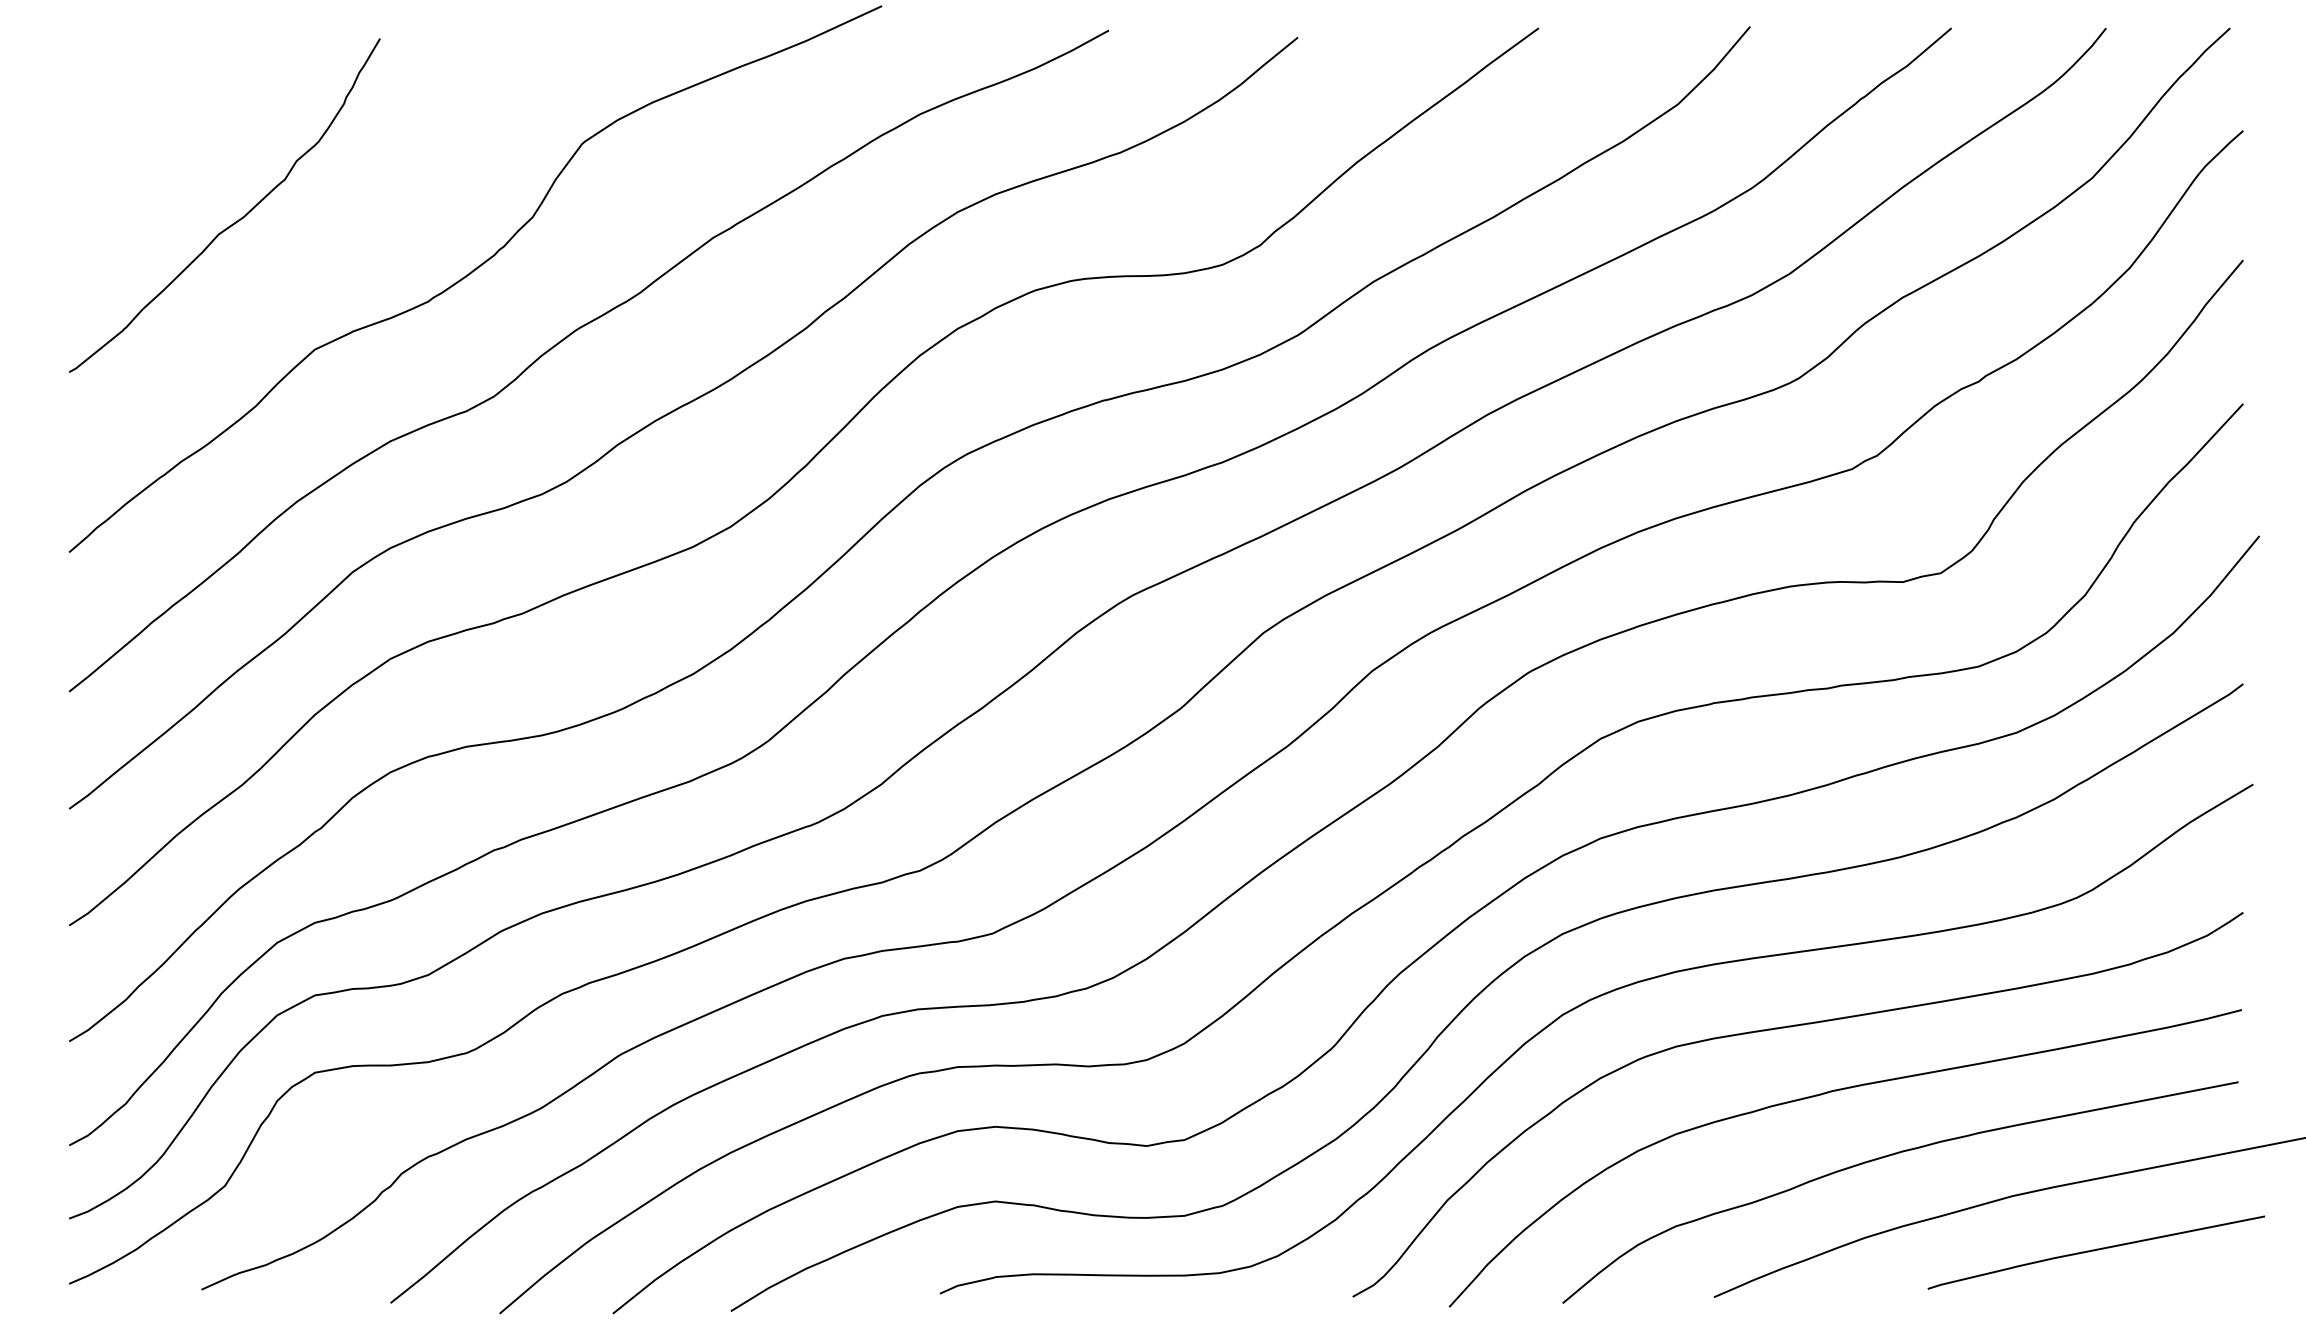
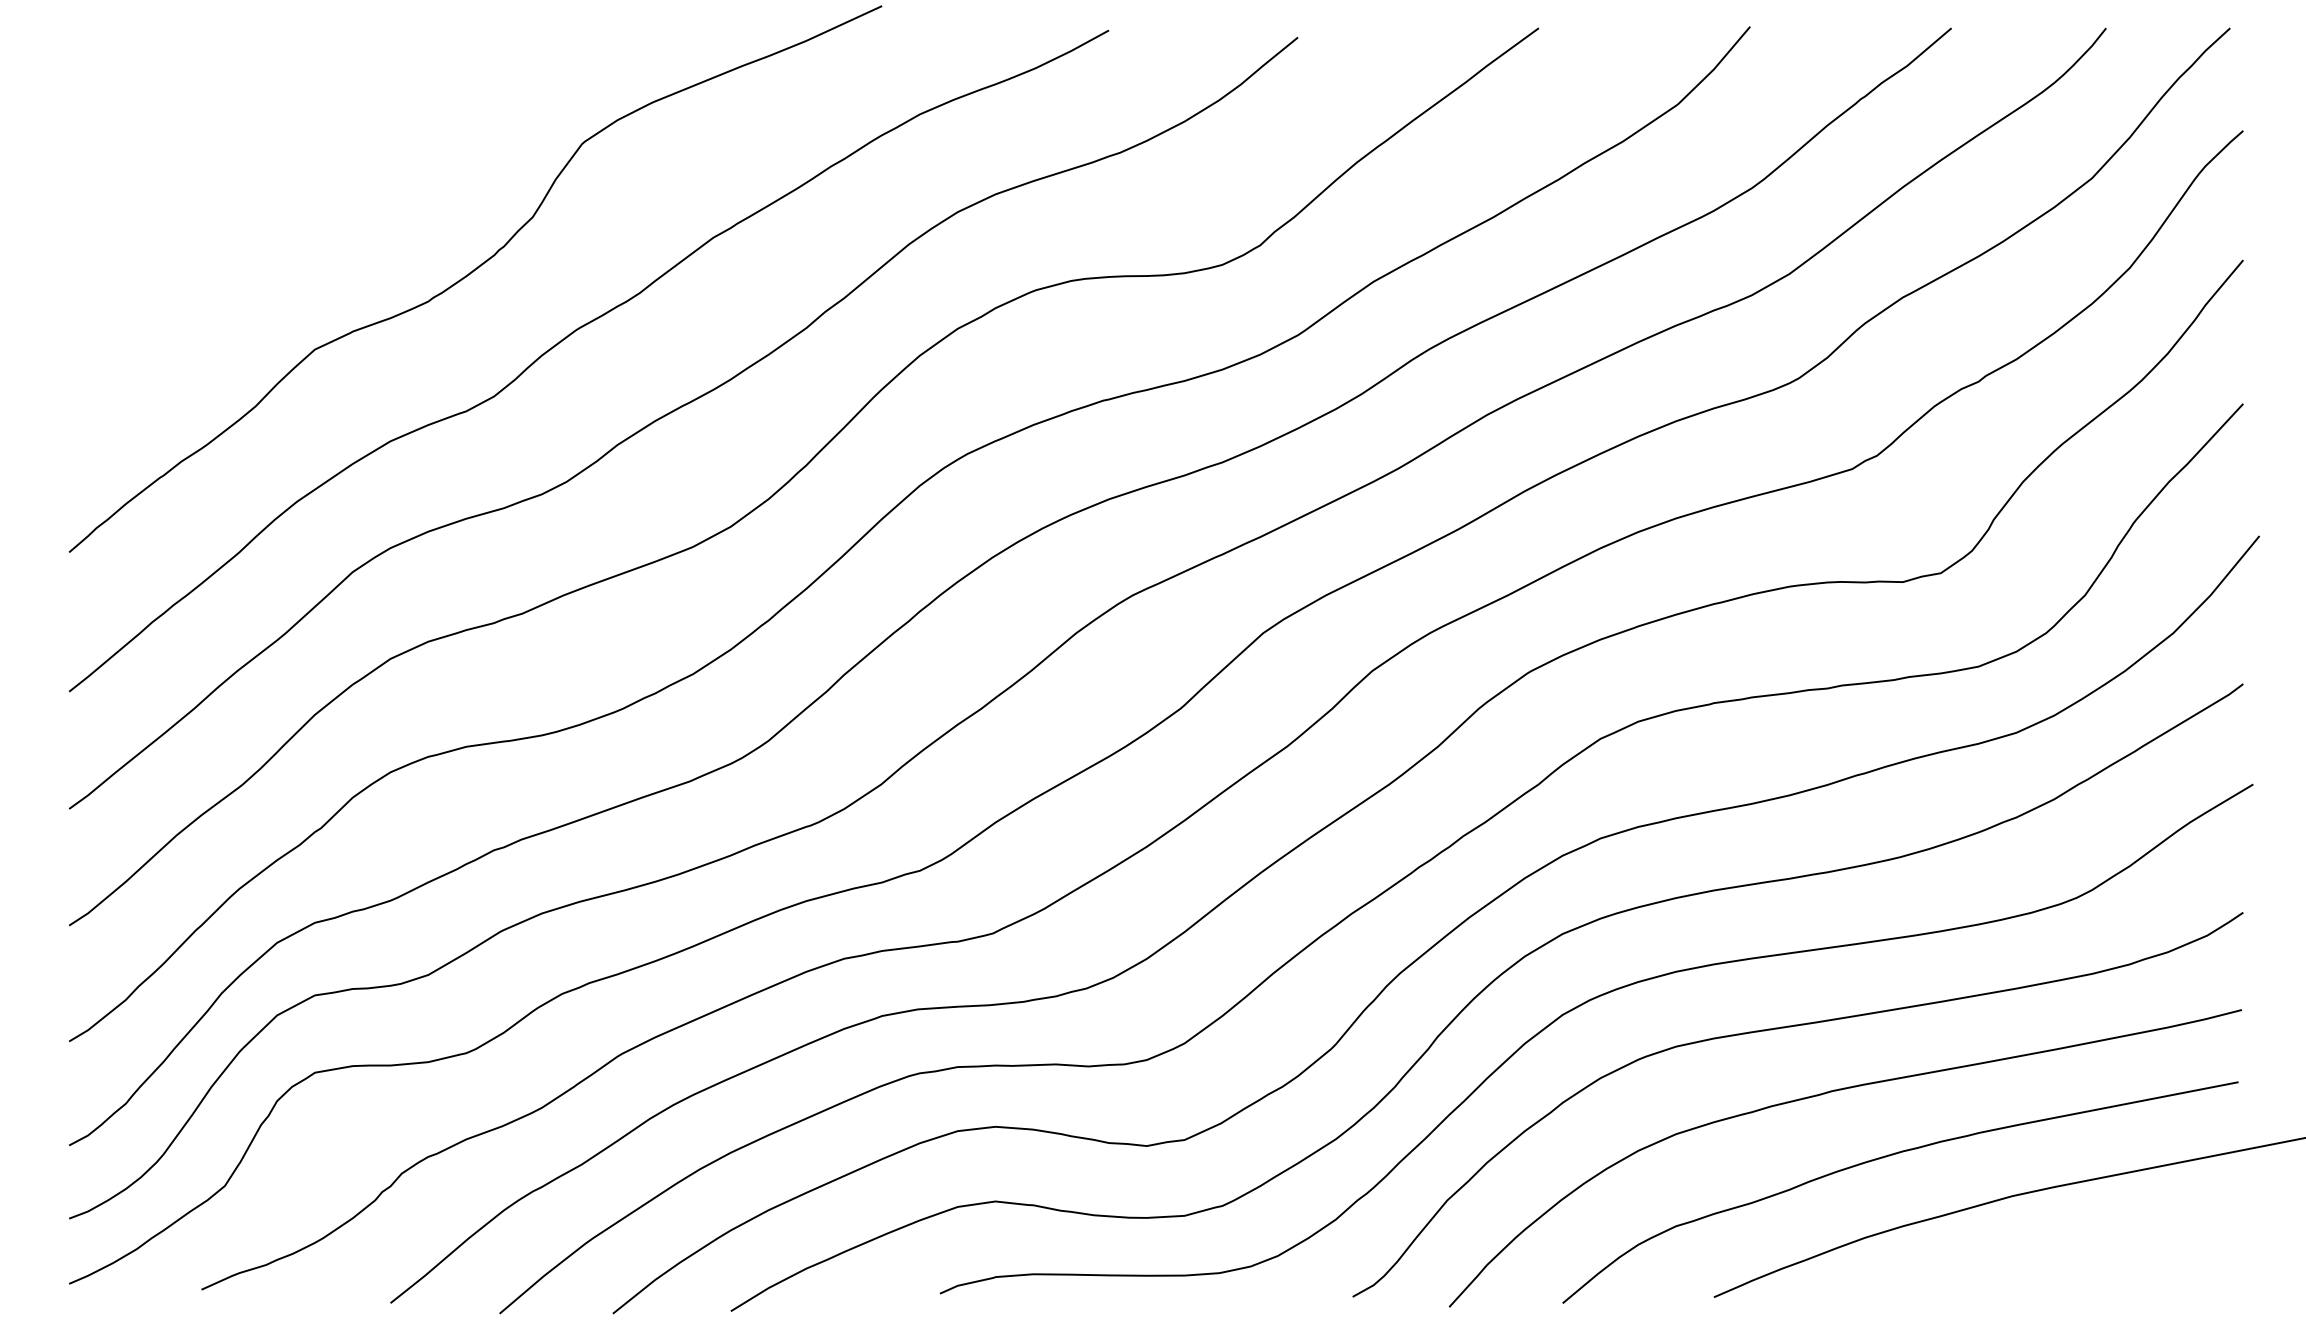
curve at (235, 221): present -> none
curve at (2094, 1251): present -> none
